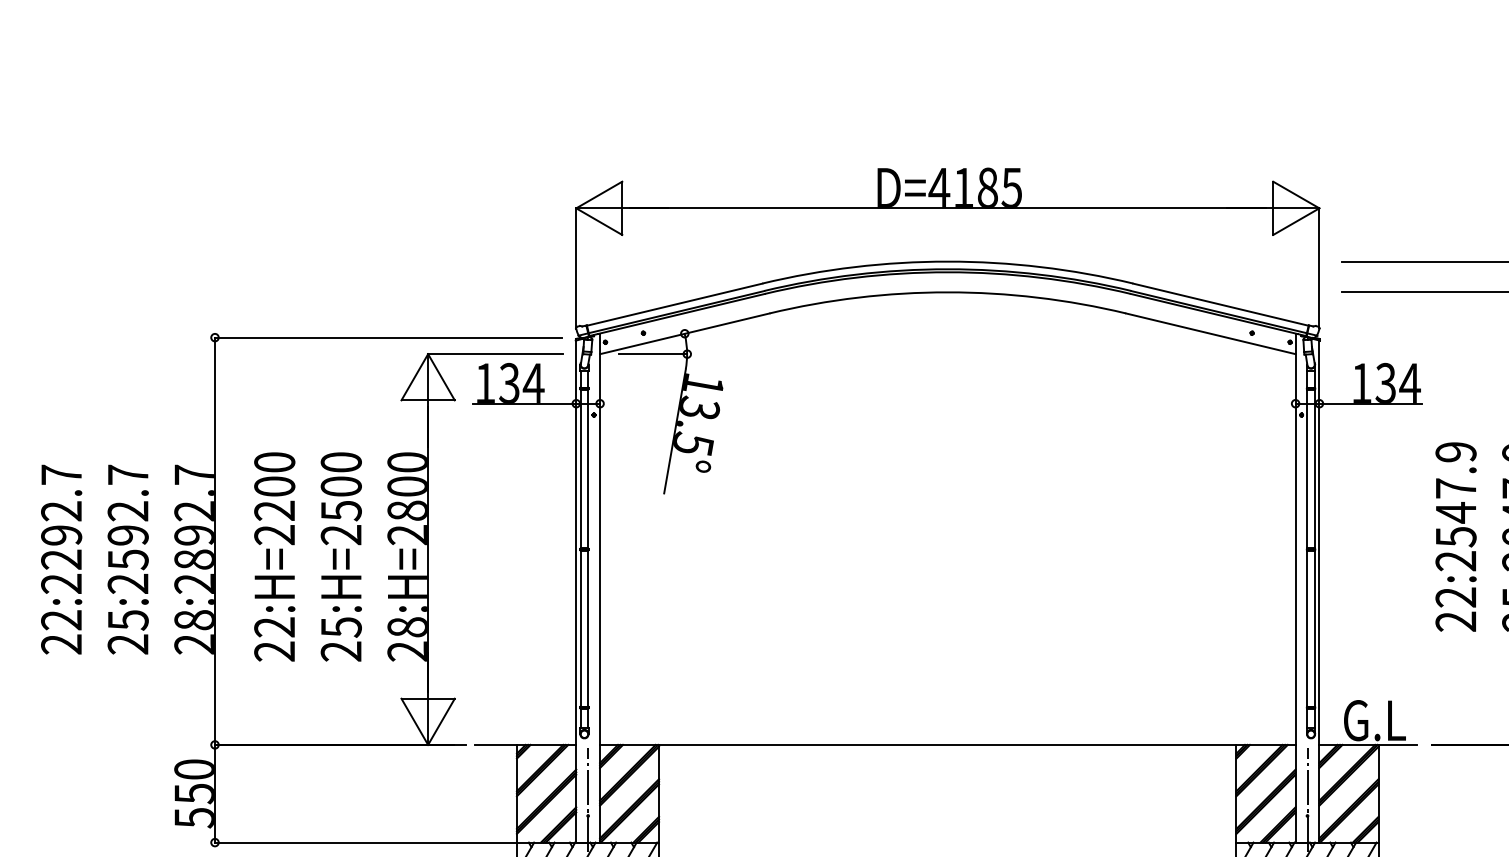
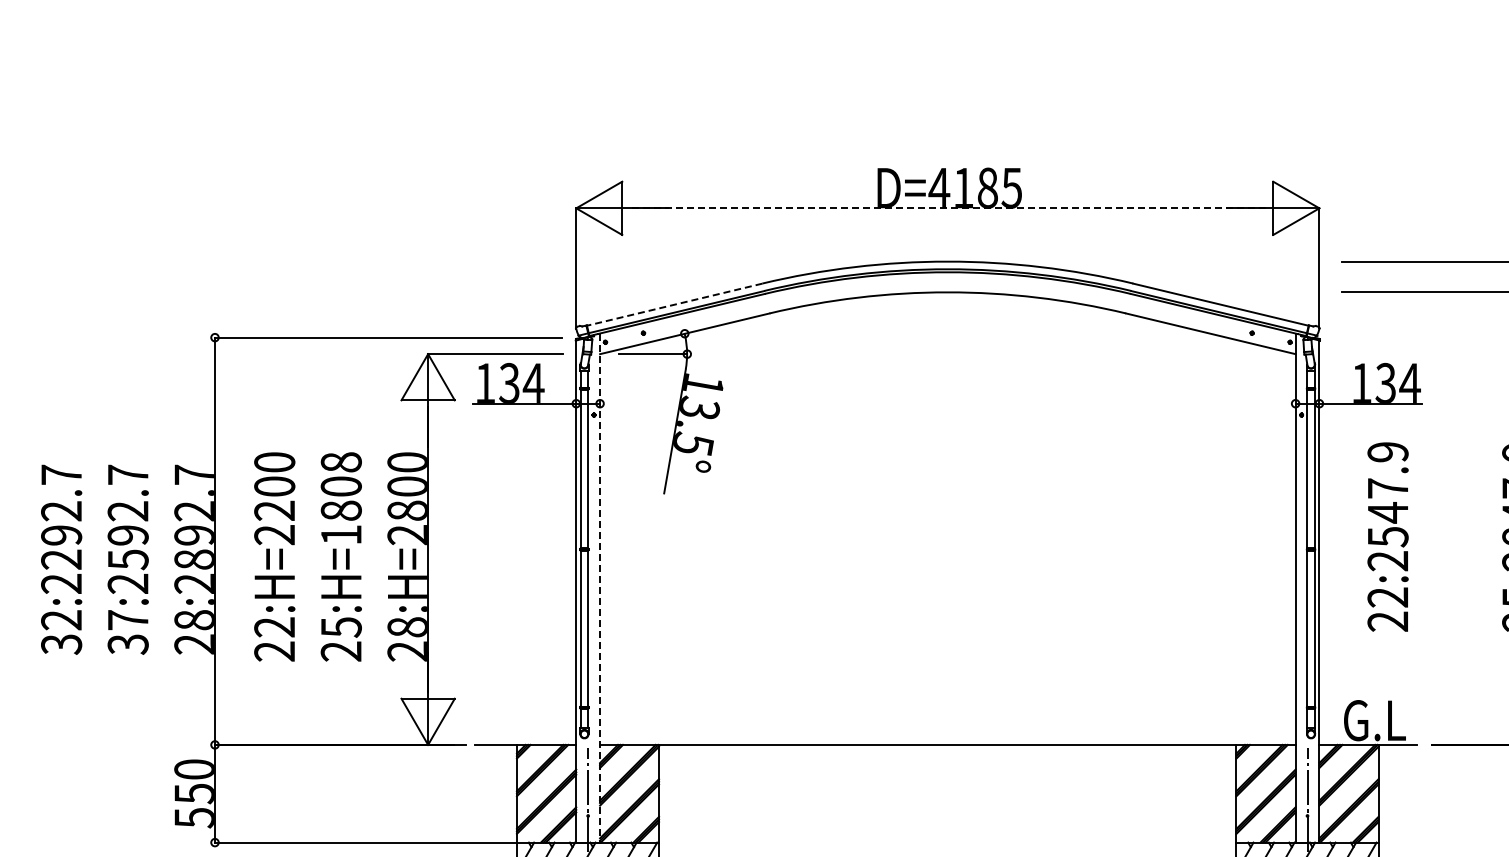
line at (947, 208): solid -> dashed
line at (674, 304): solid -> dashed
text at (340, 498): 25:H=2500 -> 25:H=1808
text at (1455, 536) position: (1455, 536) -> (1387, 536)
line at (600, 588): solid -> dashed
text at (127, 632): 25:2592.7 -> 37:2592.7
text at (61, 644): 22:2292.7 -> 32:2292.7
